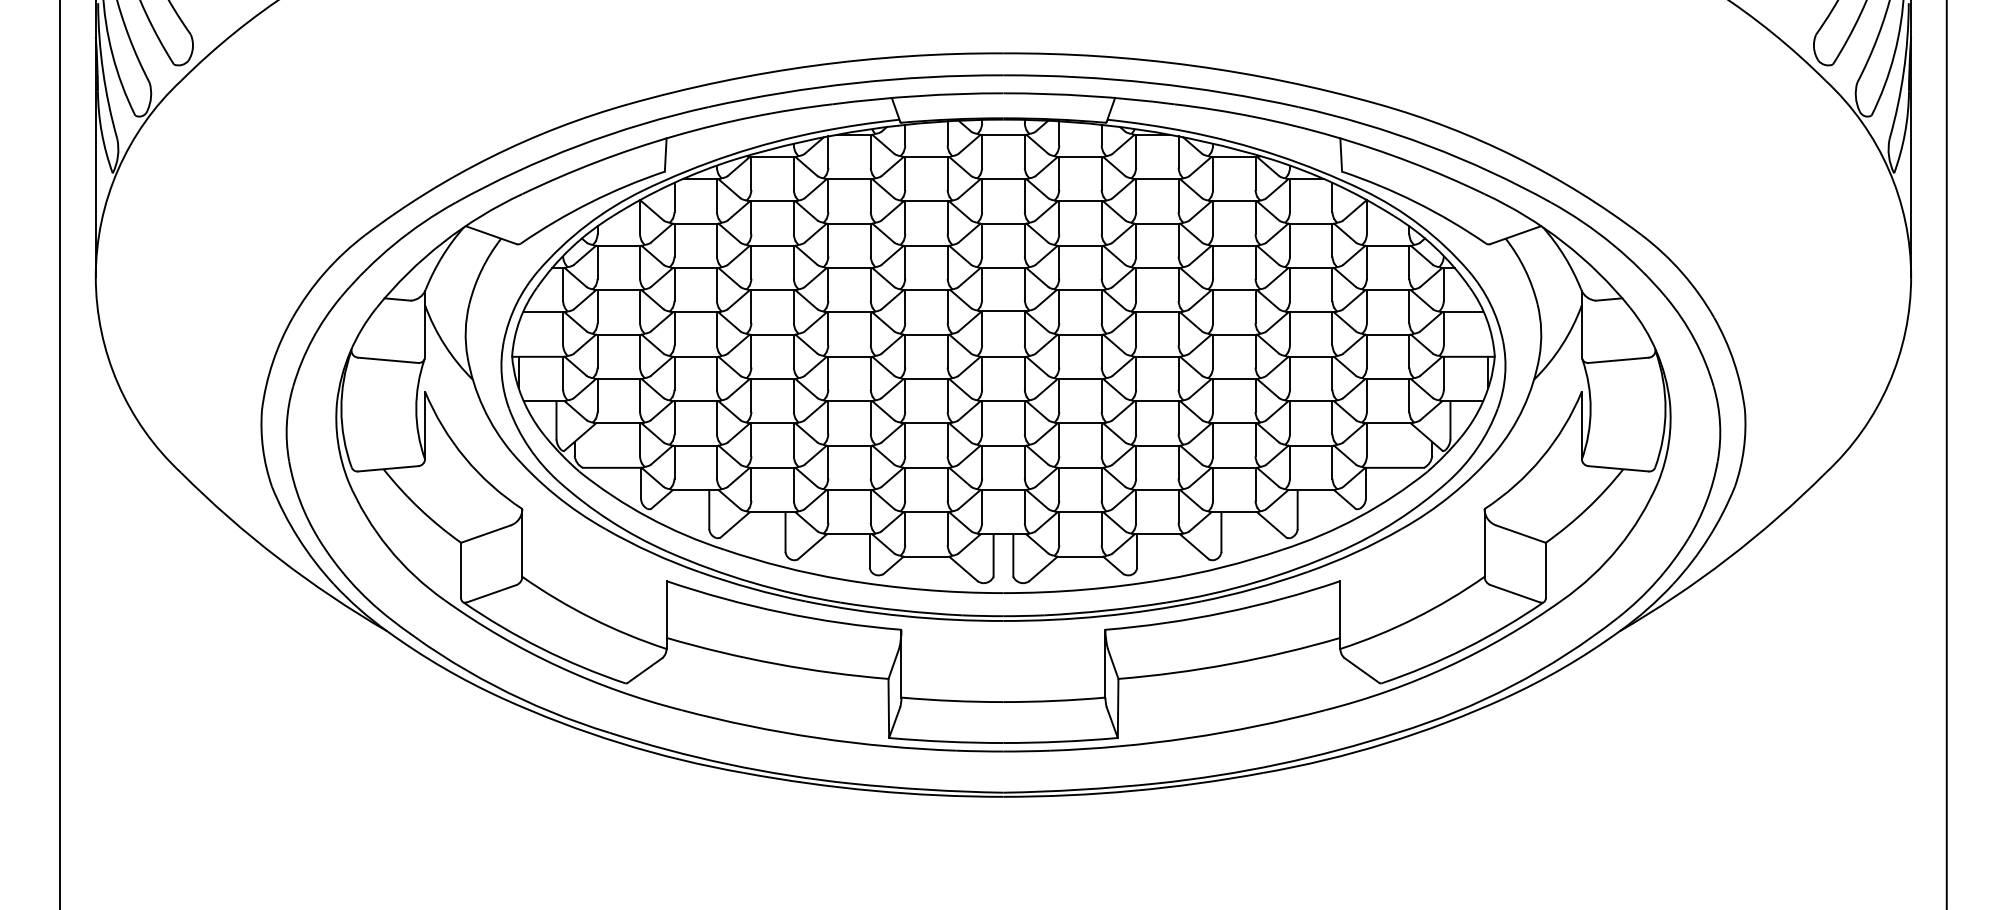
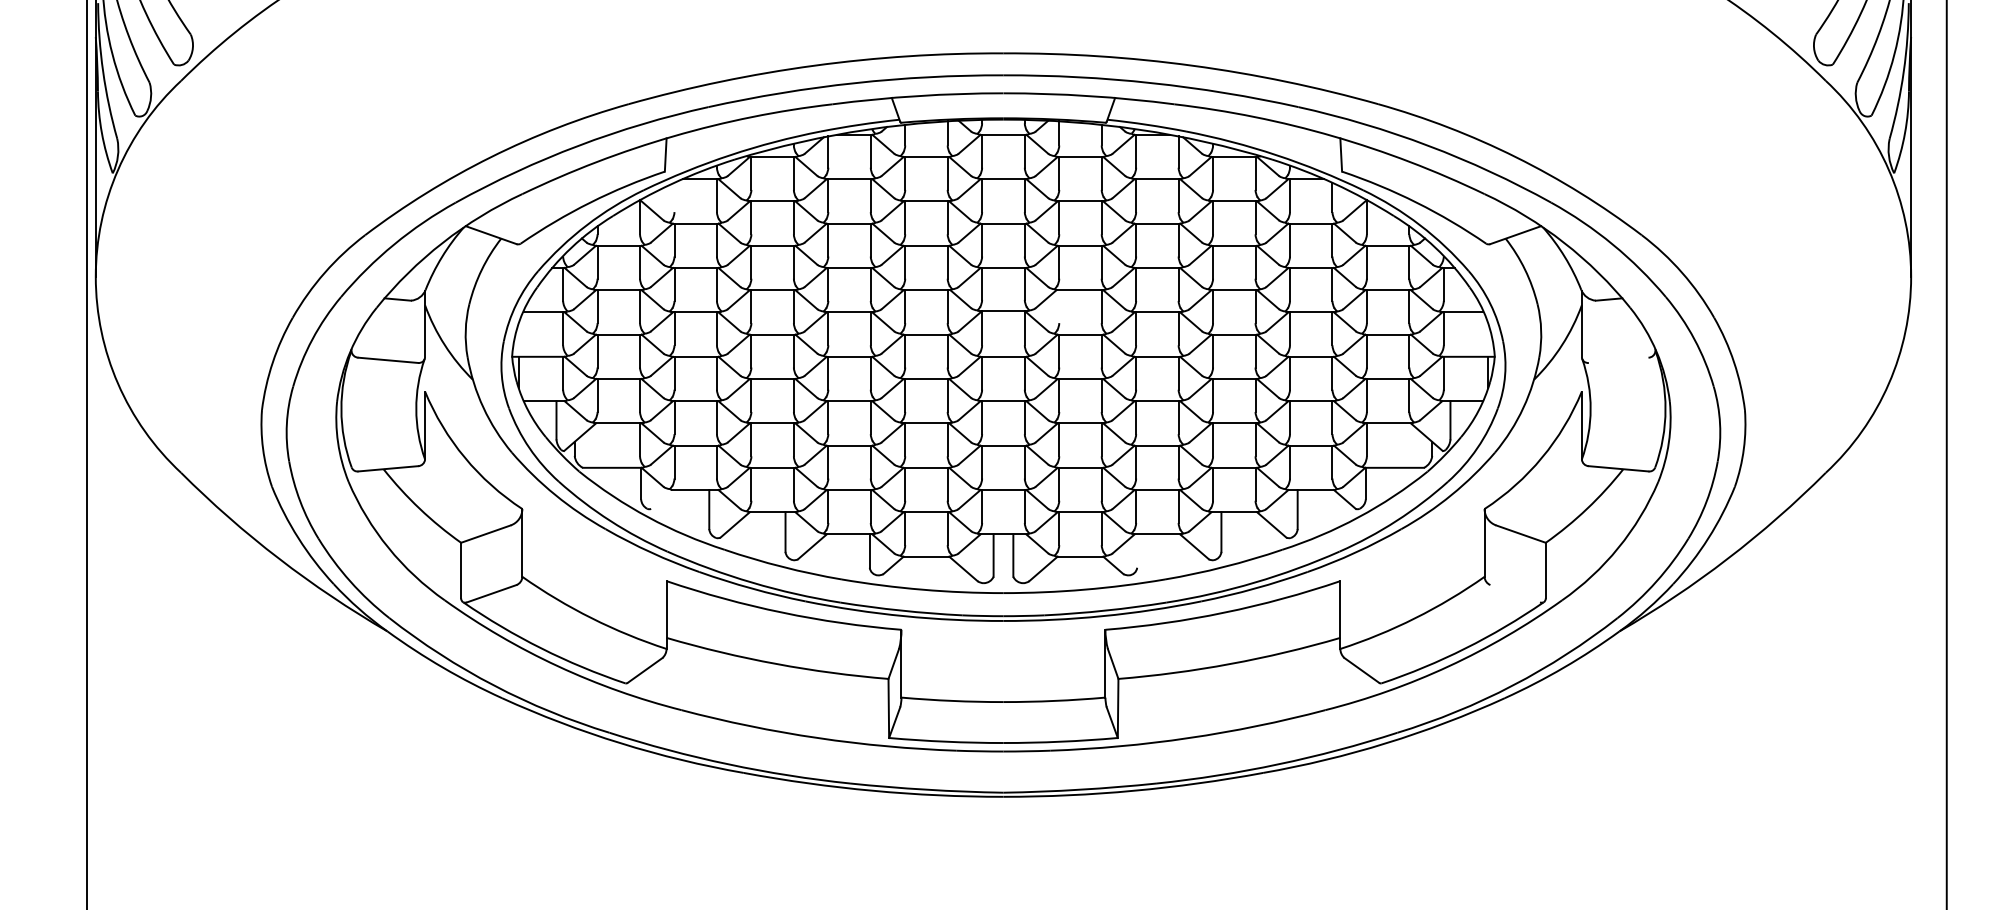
line at (674, 197): present -> none
line at (1059, 306): present -> none
line at (1618, 359): present -> none
line at (60, 454) position: (60, 454) -> (87, 454)
line at (661, 499): present -> none
line at (1137, 550): present -> none
line at (1514, 593): present -> none
